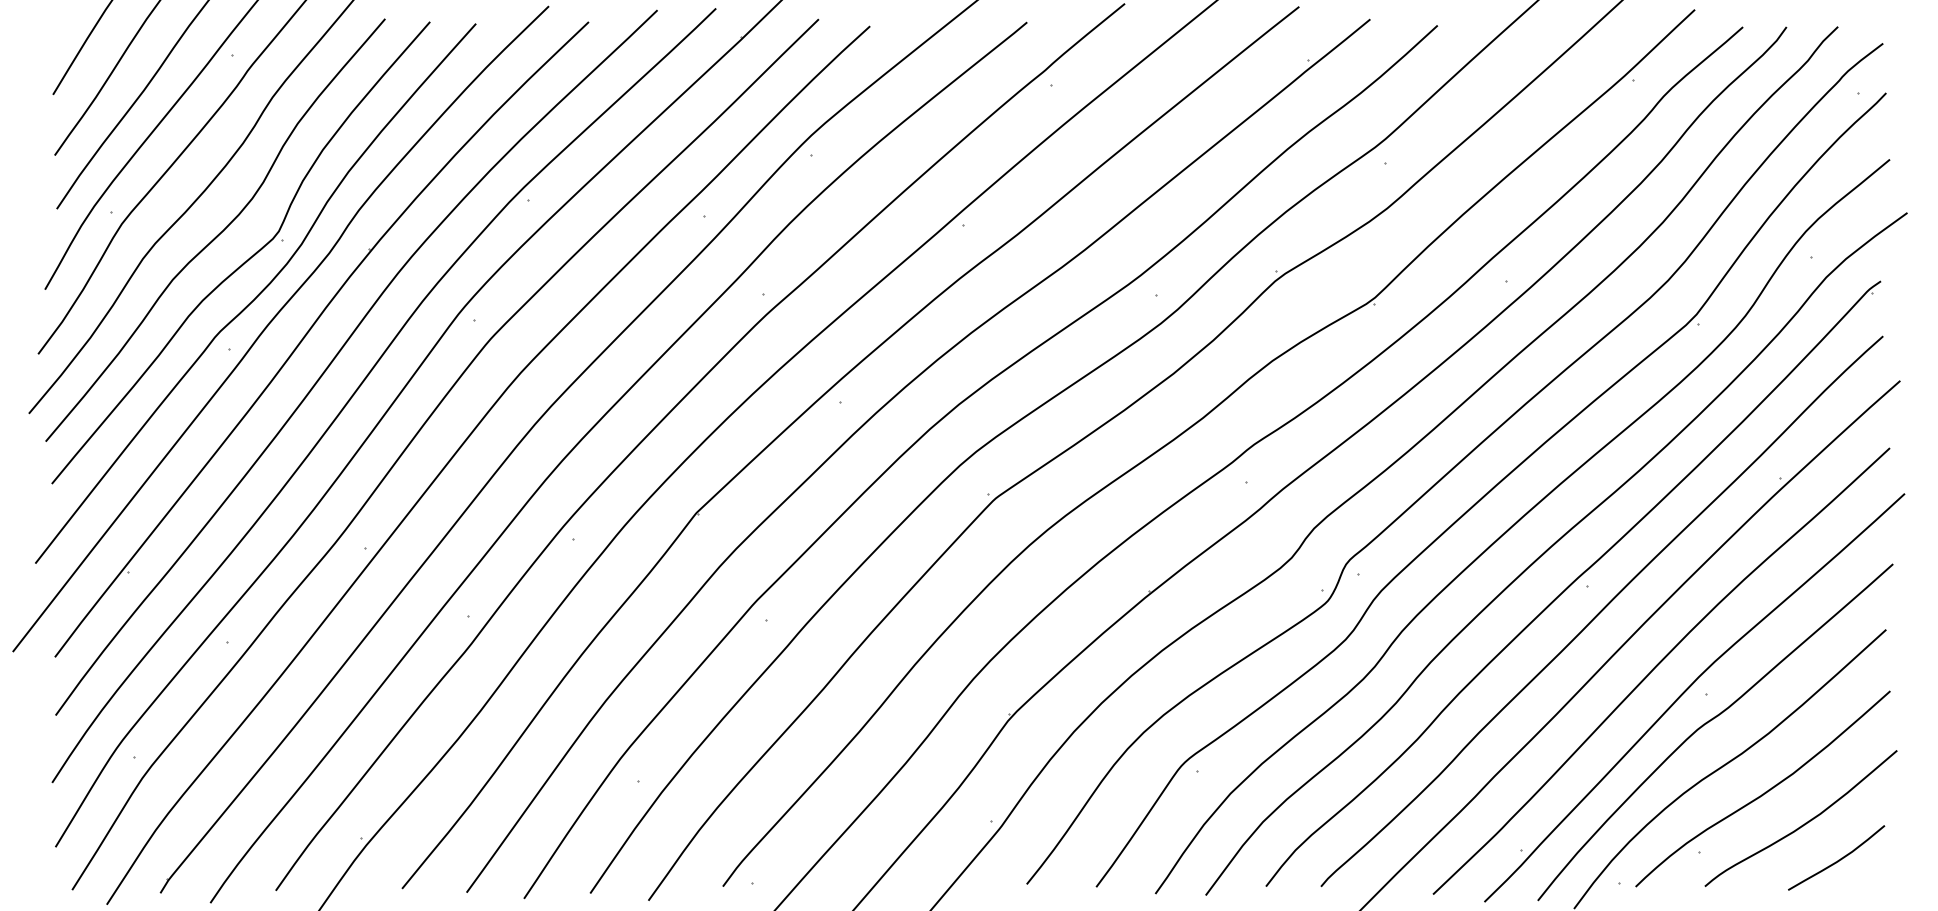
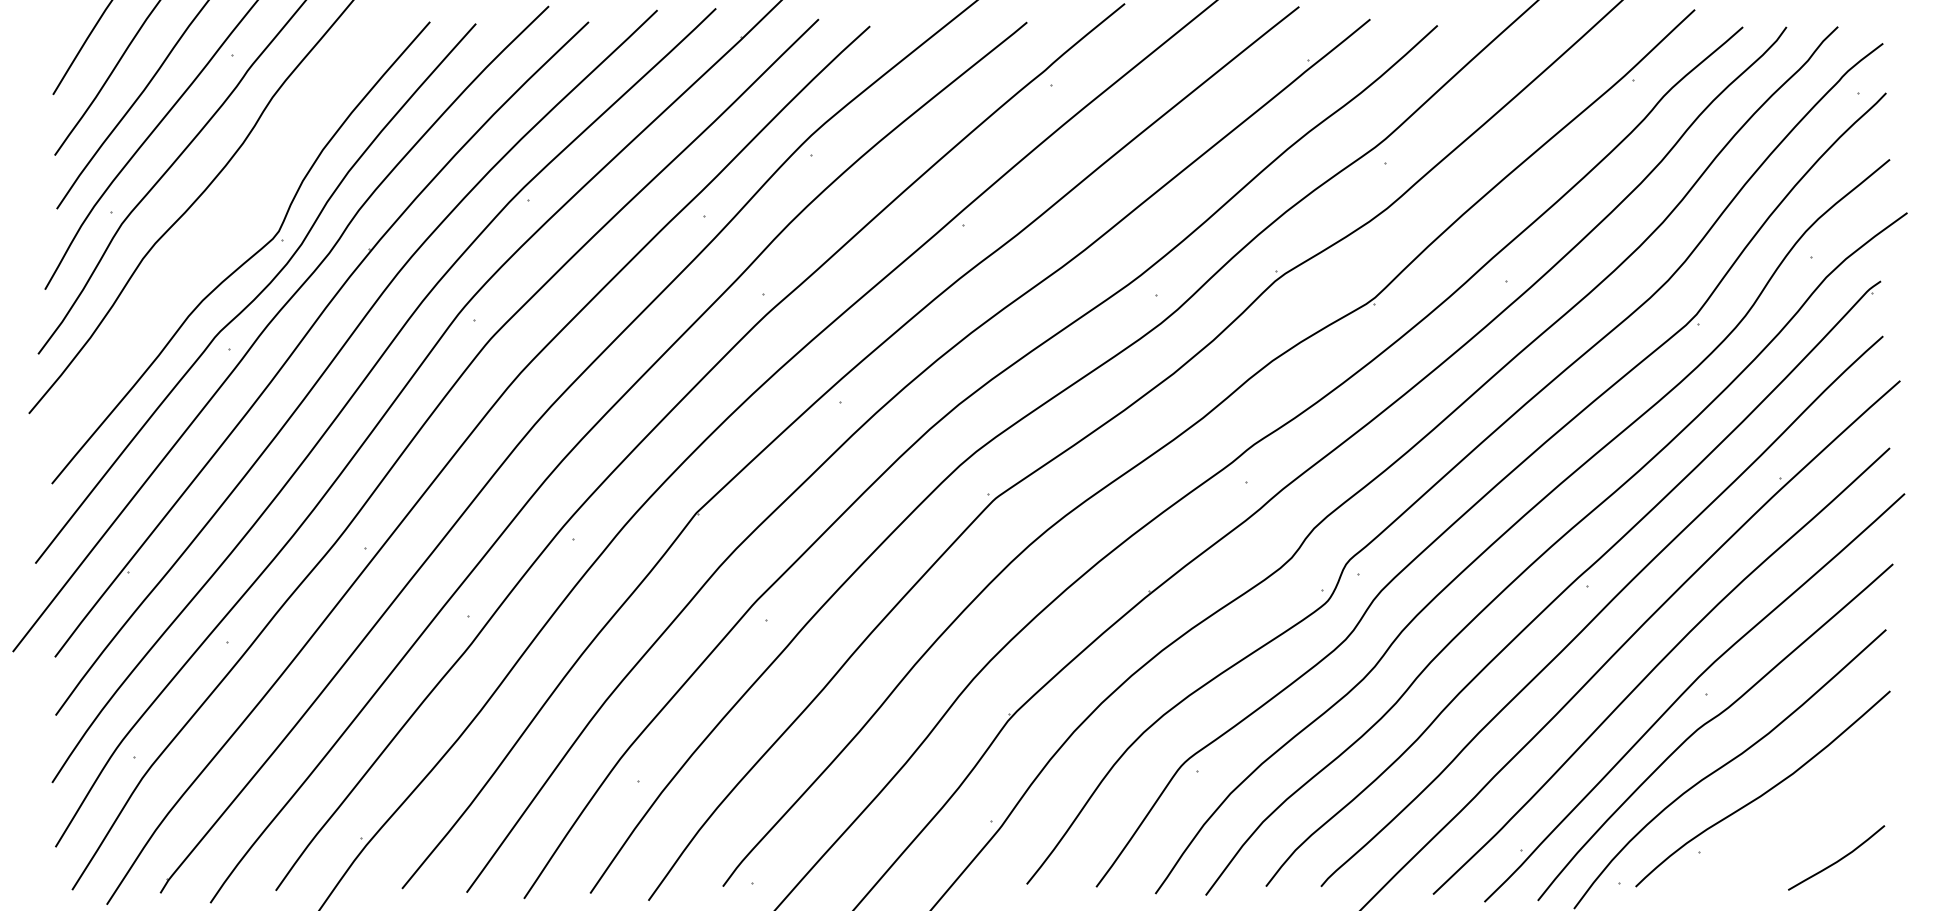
curve at (218, 233): present -> none
curve at (1802, 824): present -> none
